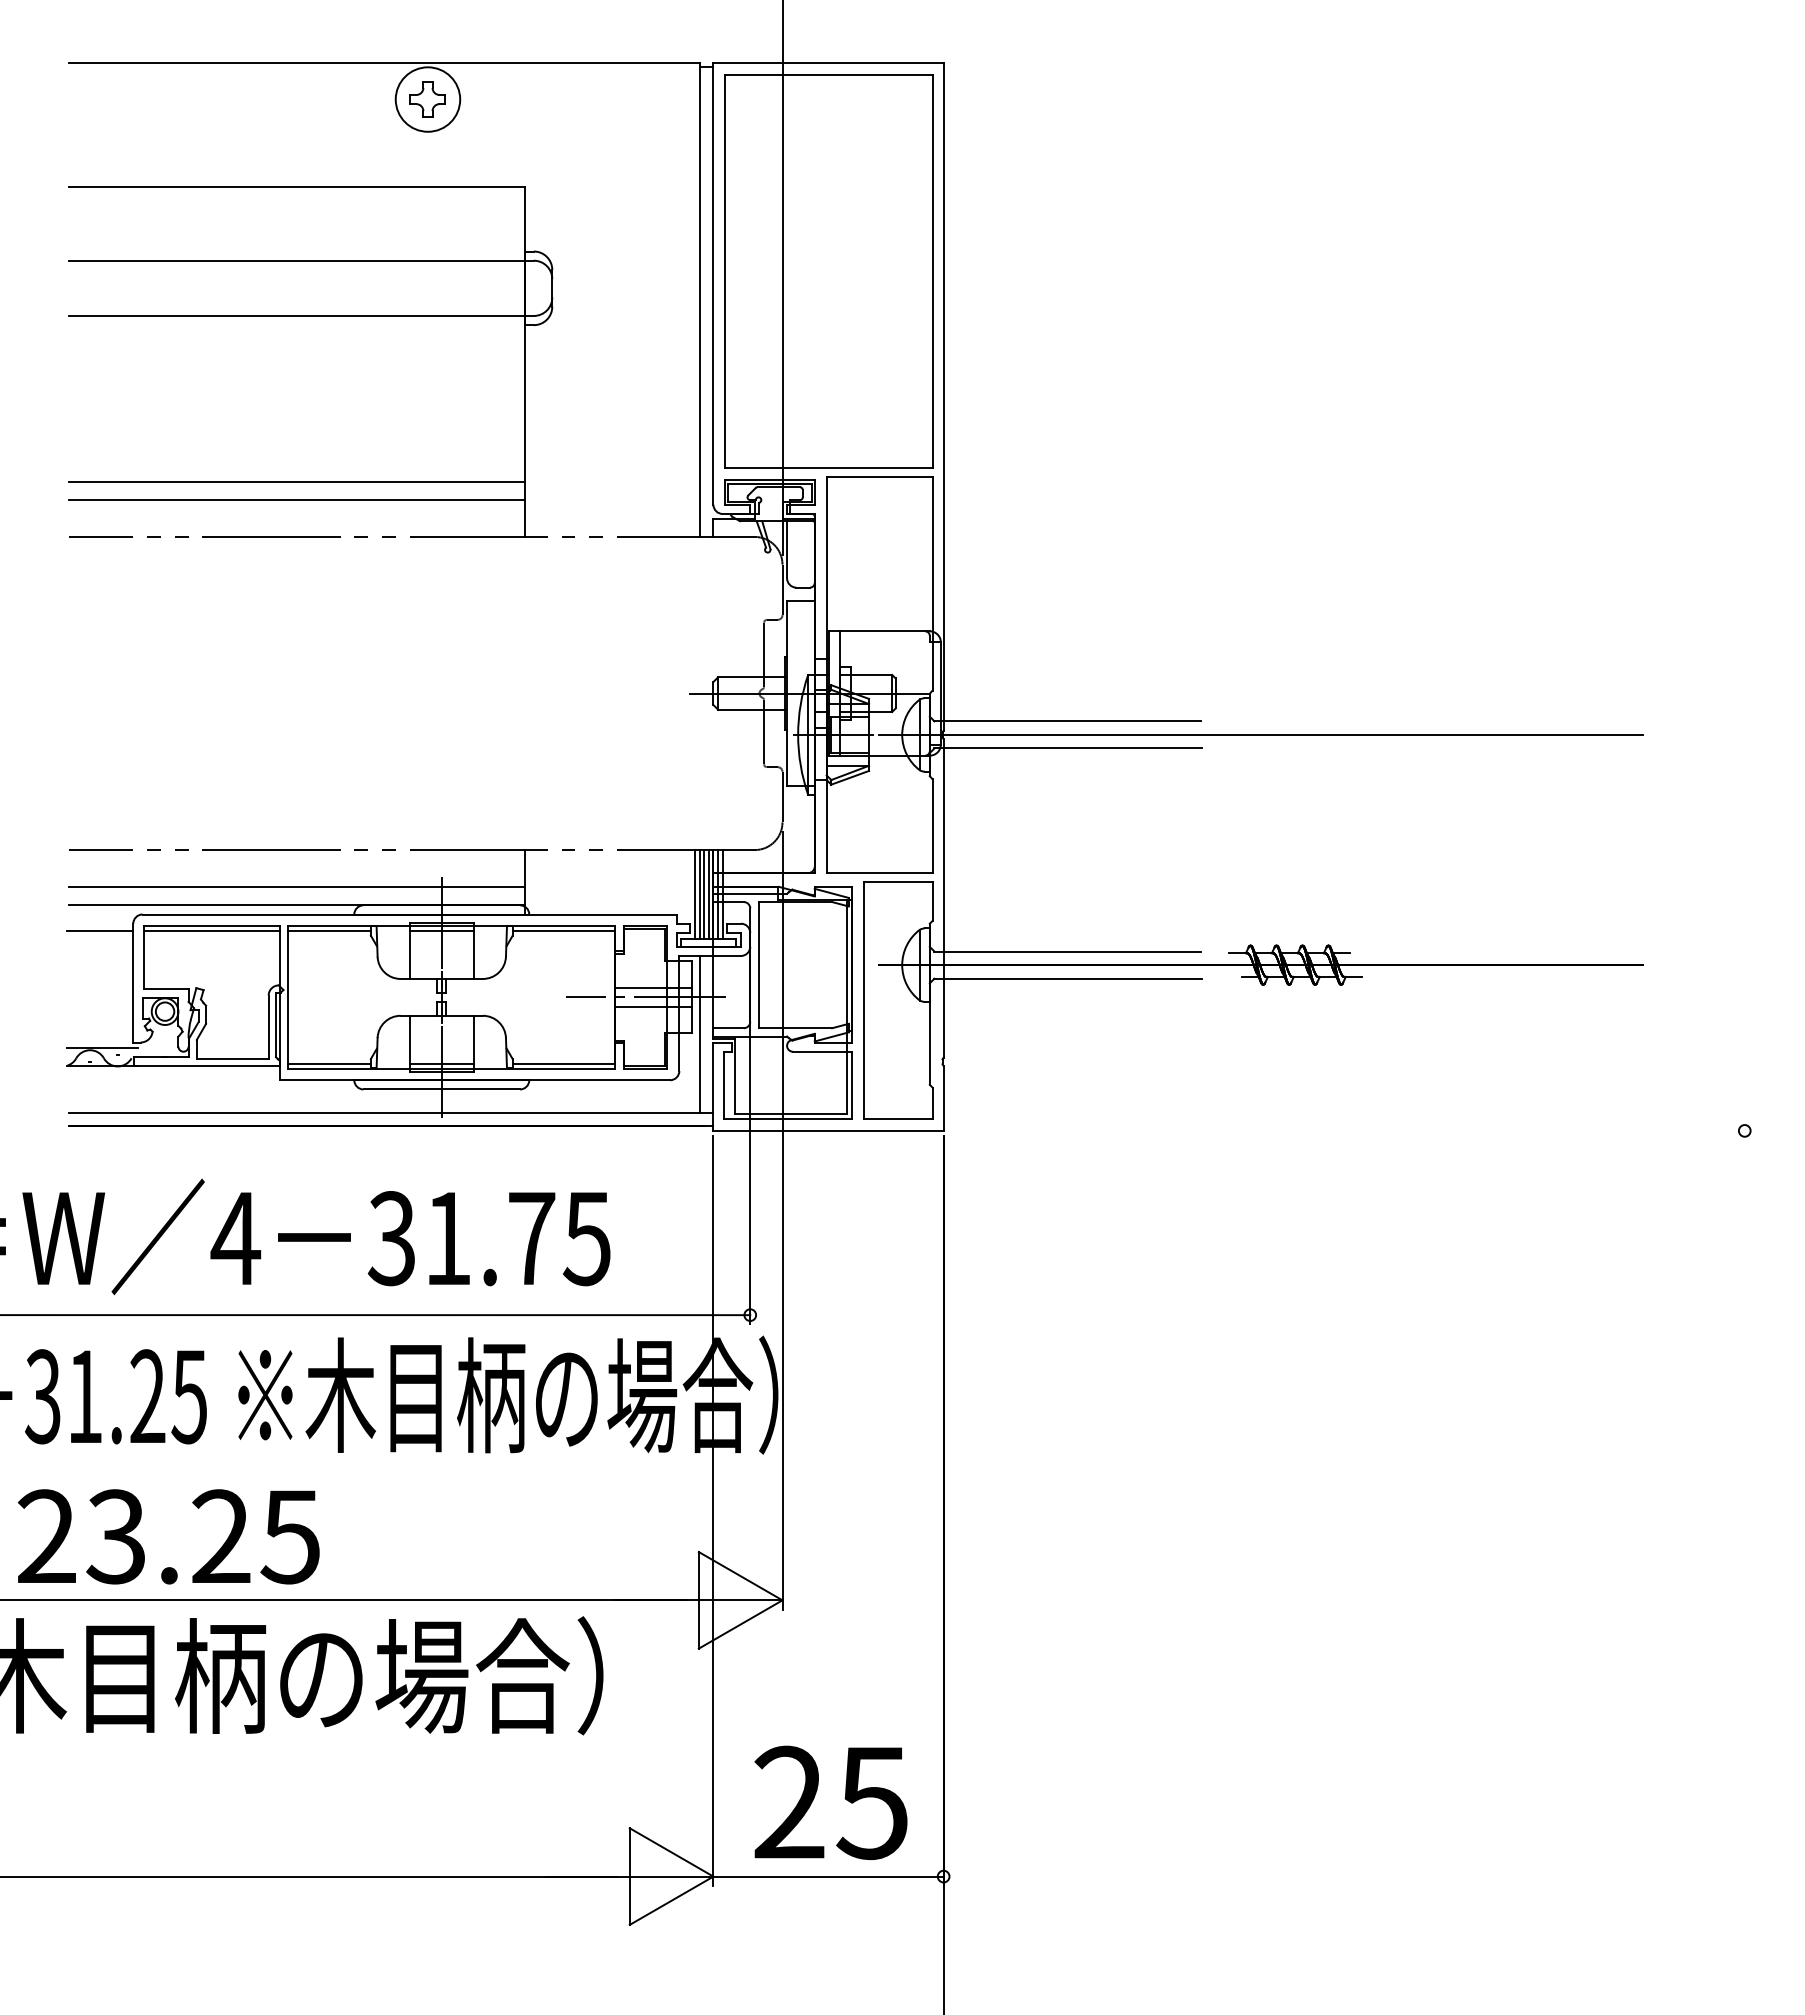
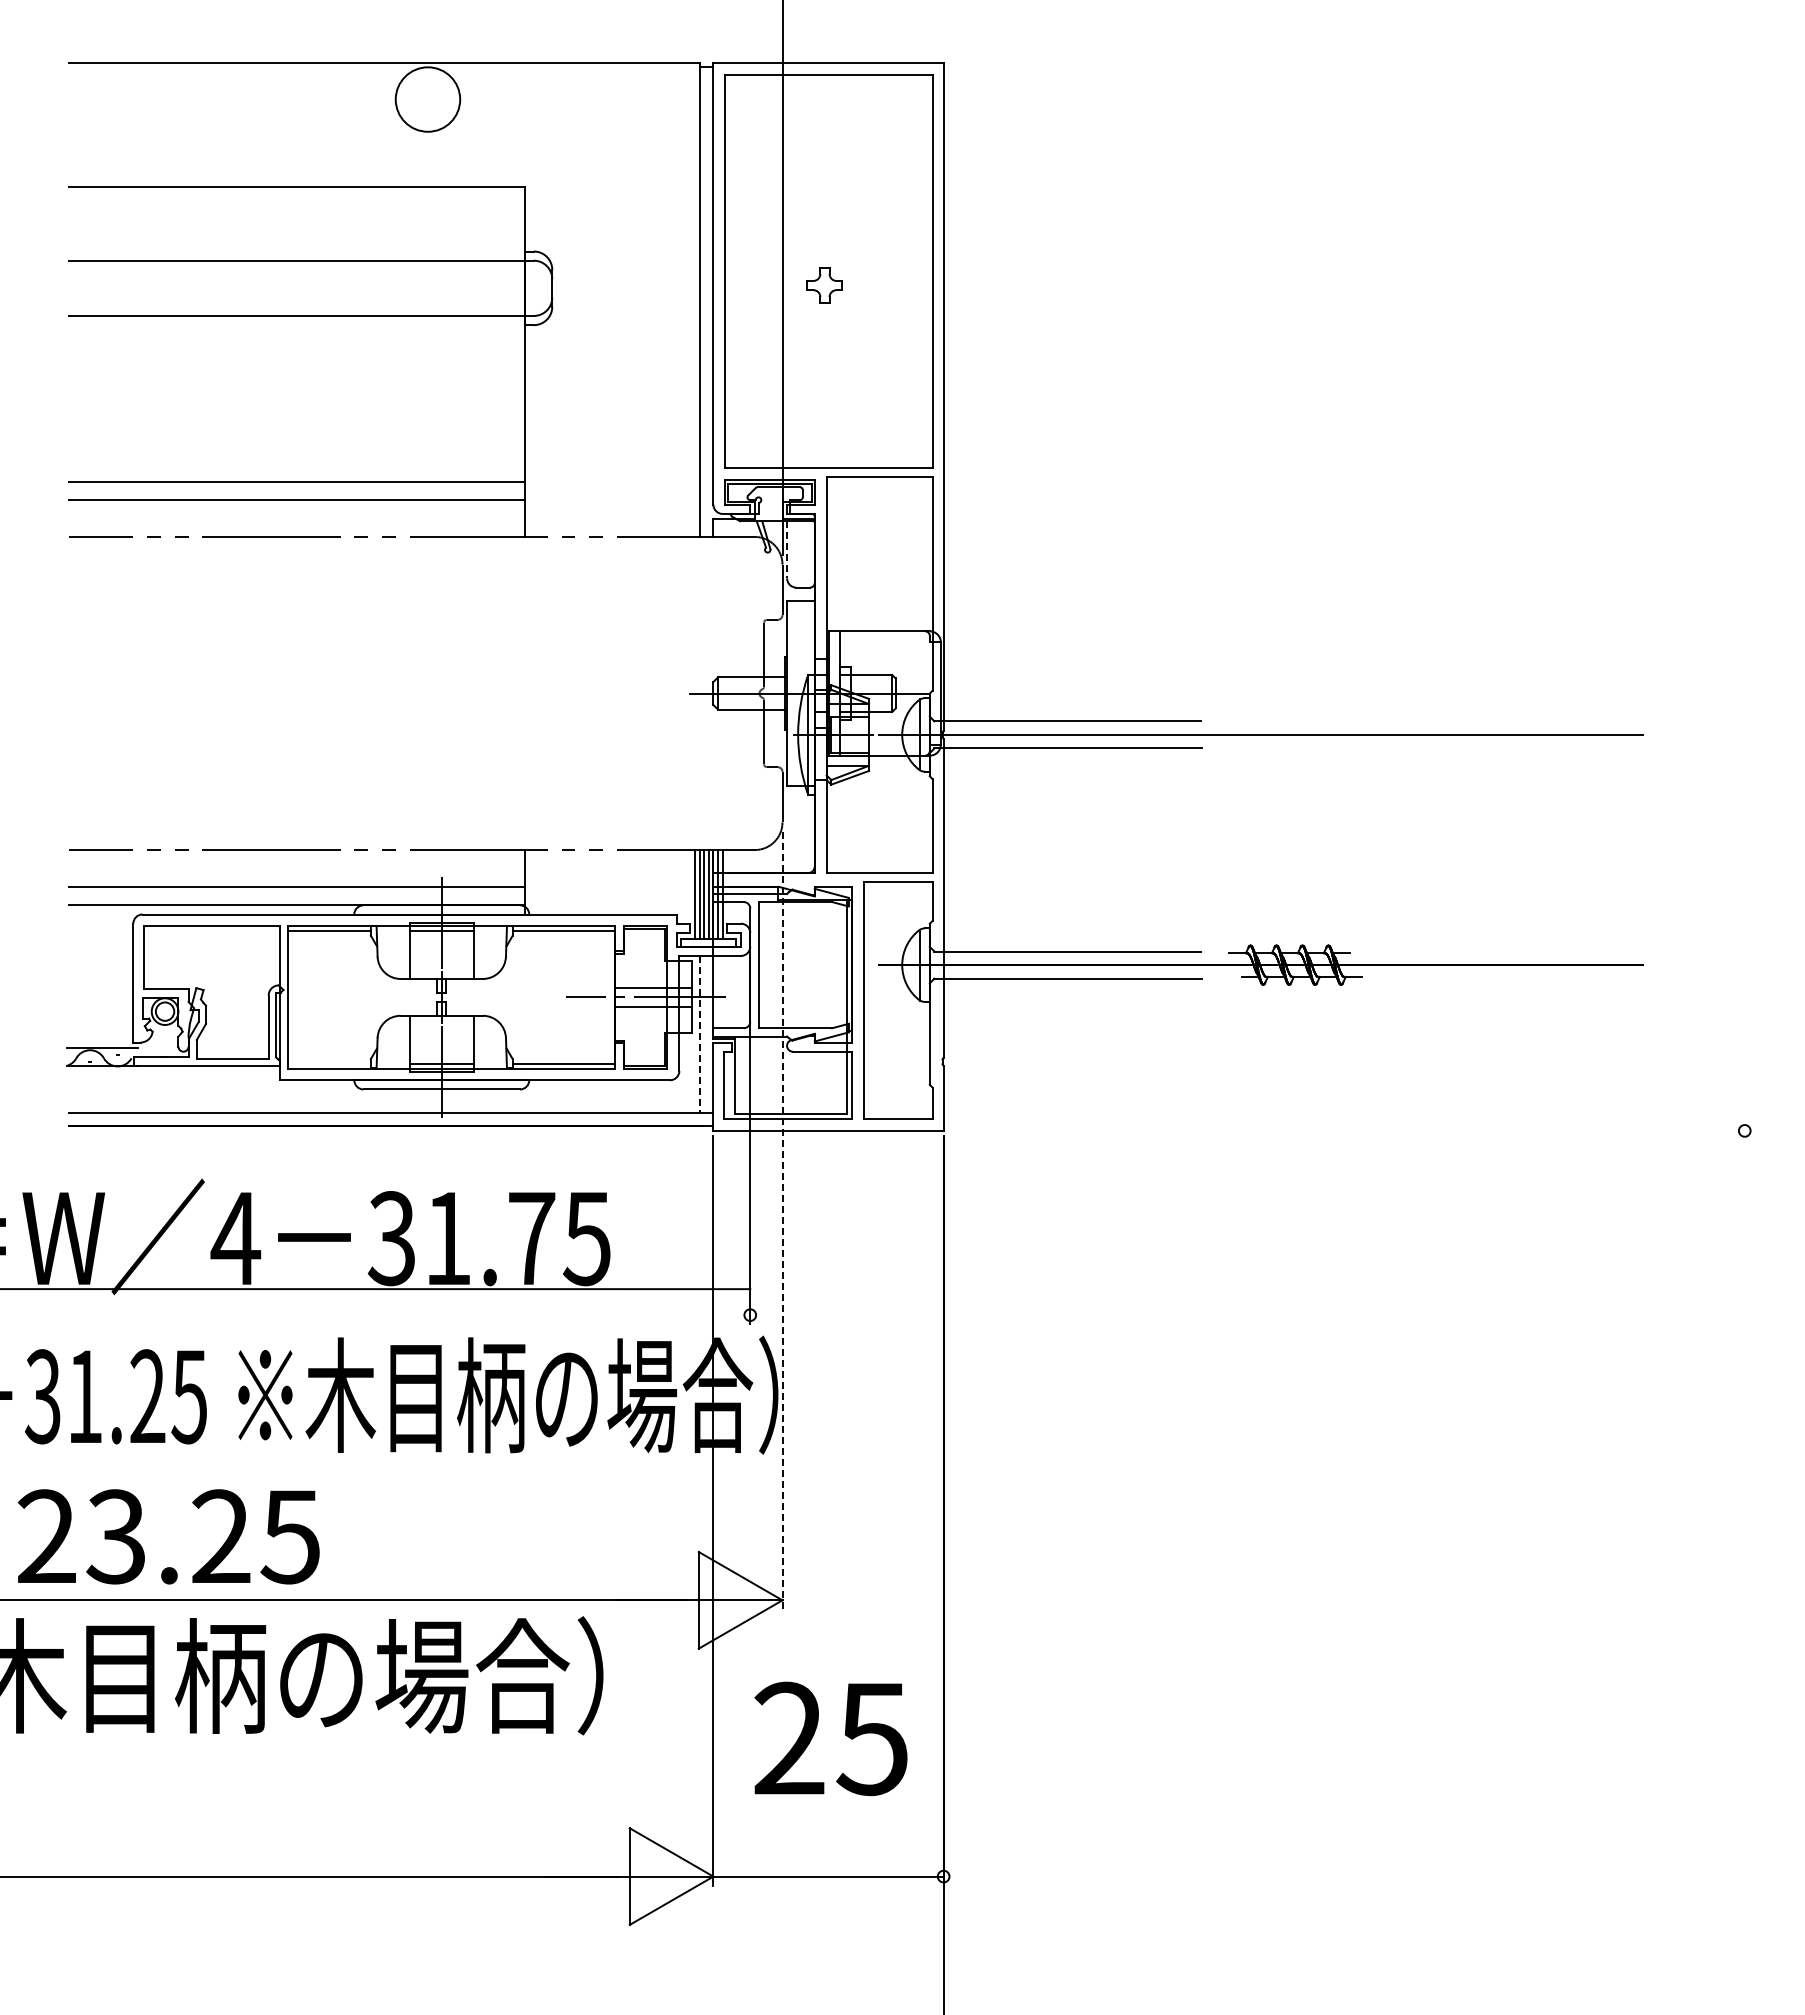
part at (427, 99) position: (427, 99) -> (824, 285)
line at (787, 549): solid -> dashed
line at (100, 930): present -> none
line at (212, 930): present -> none
line at (699, 1034): solid -> dashed
line at (329, 1064): present -> none
line at (782, 1220): solid -> dashed
line at (376, 1315) position: (376, 1315) -> (376, 1289)
text at (830, 1802) position: (830, 1802) -> (830, 1738)
